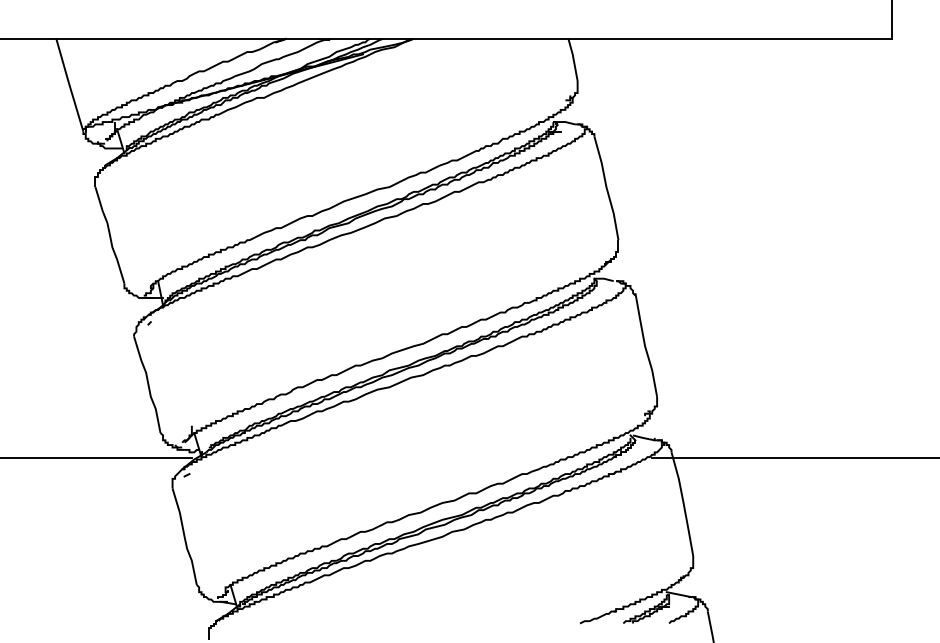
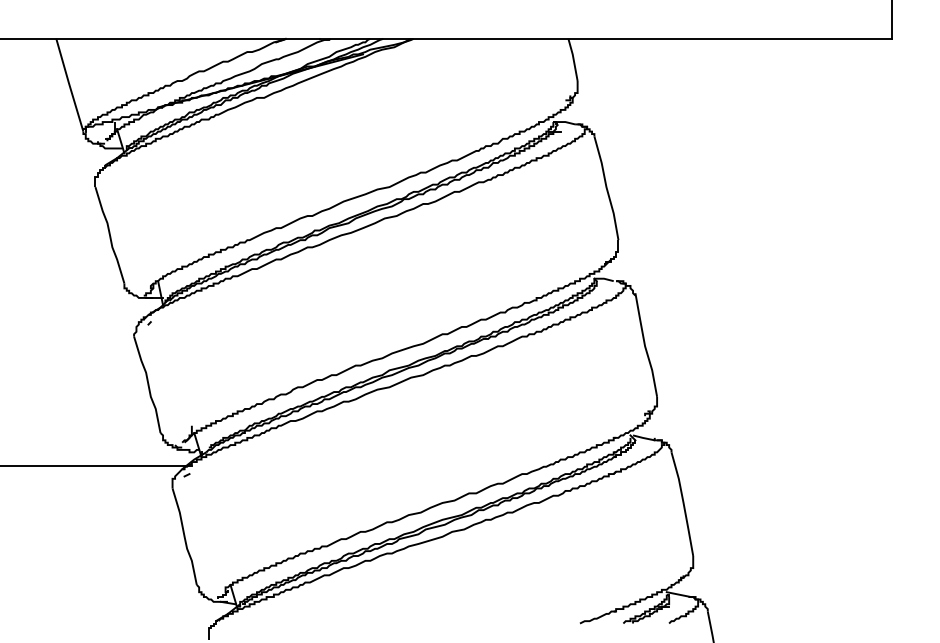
line at (96, 458) position: (96, 458) -> (96, 466)
line at (794, 458): present -> none
